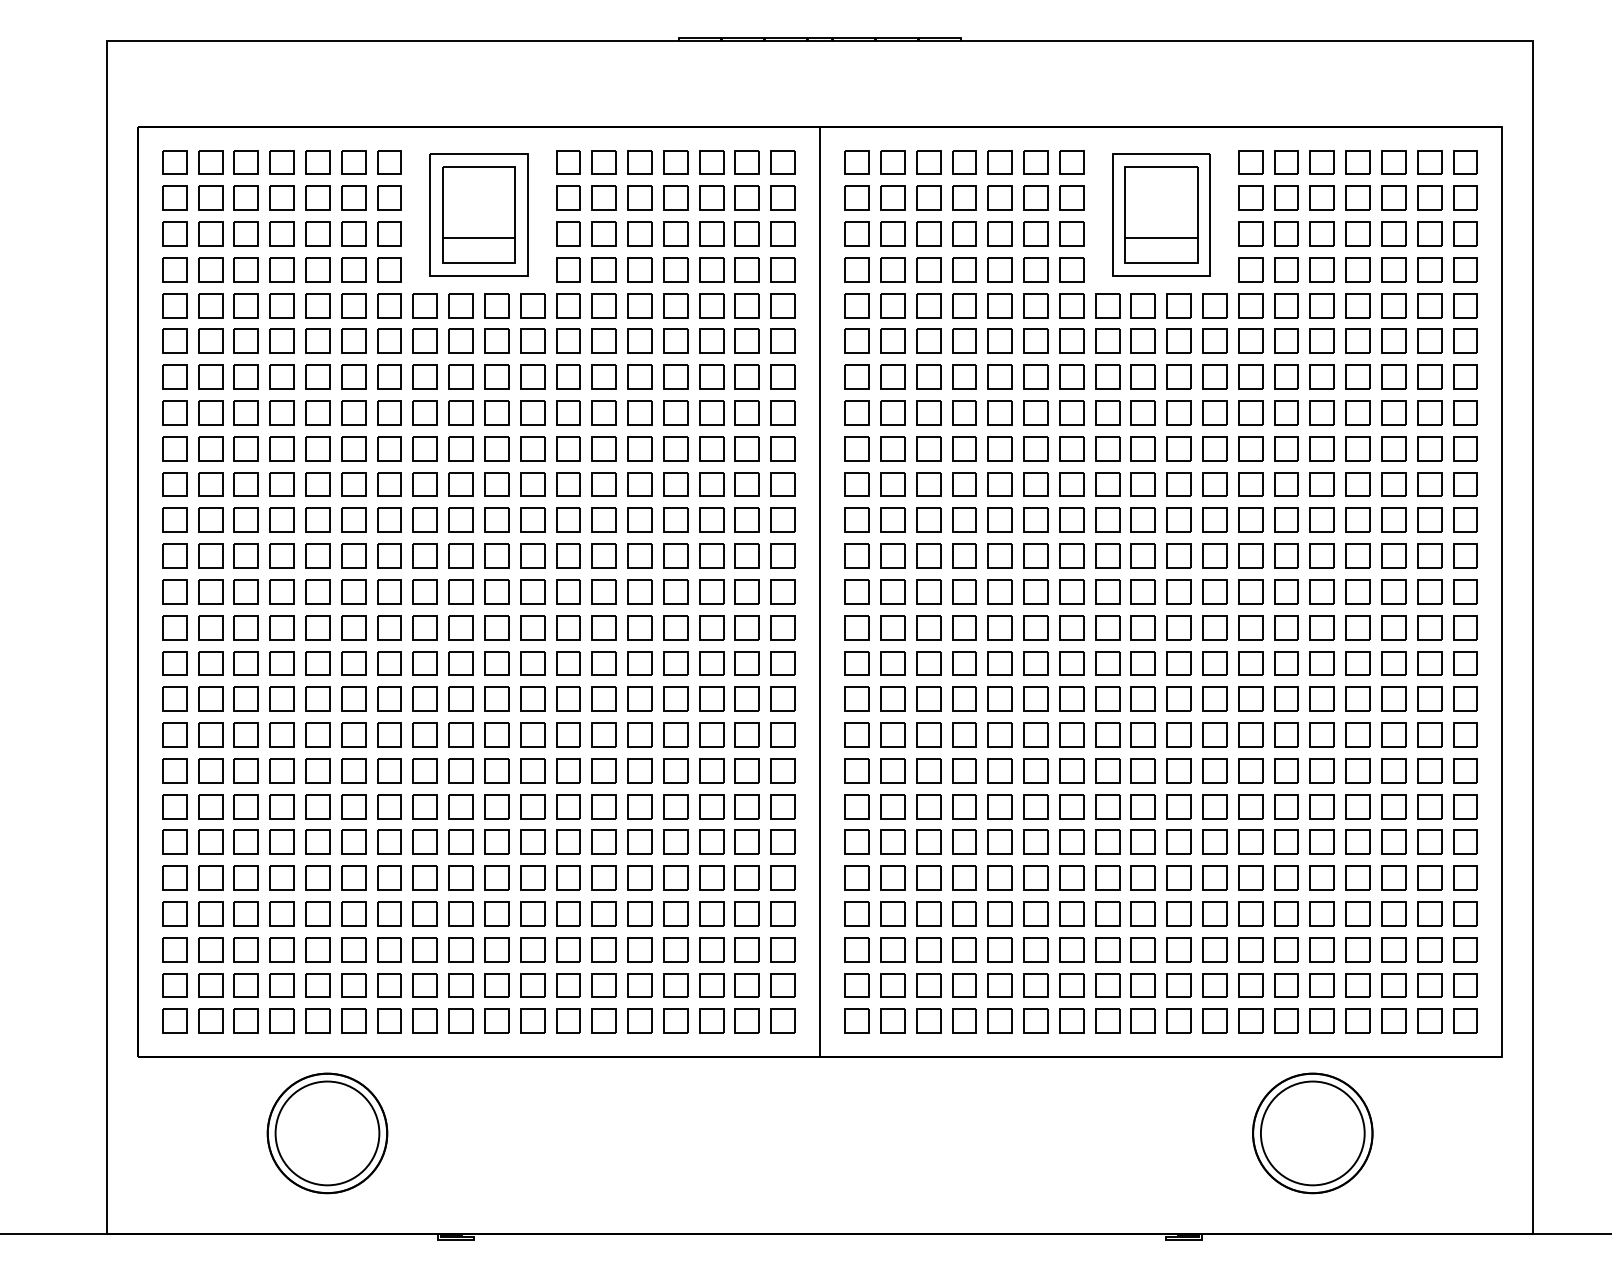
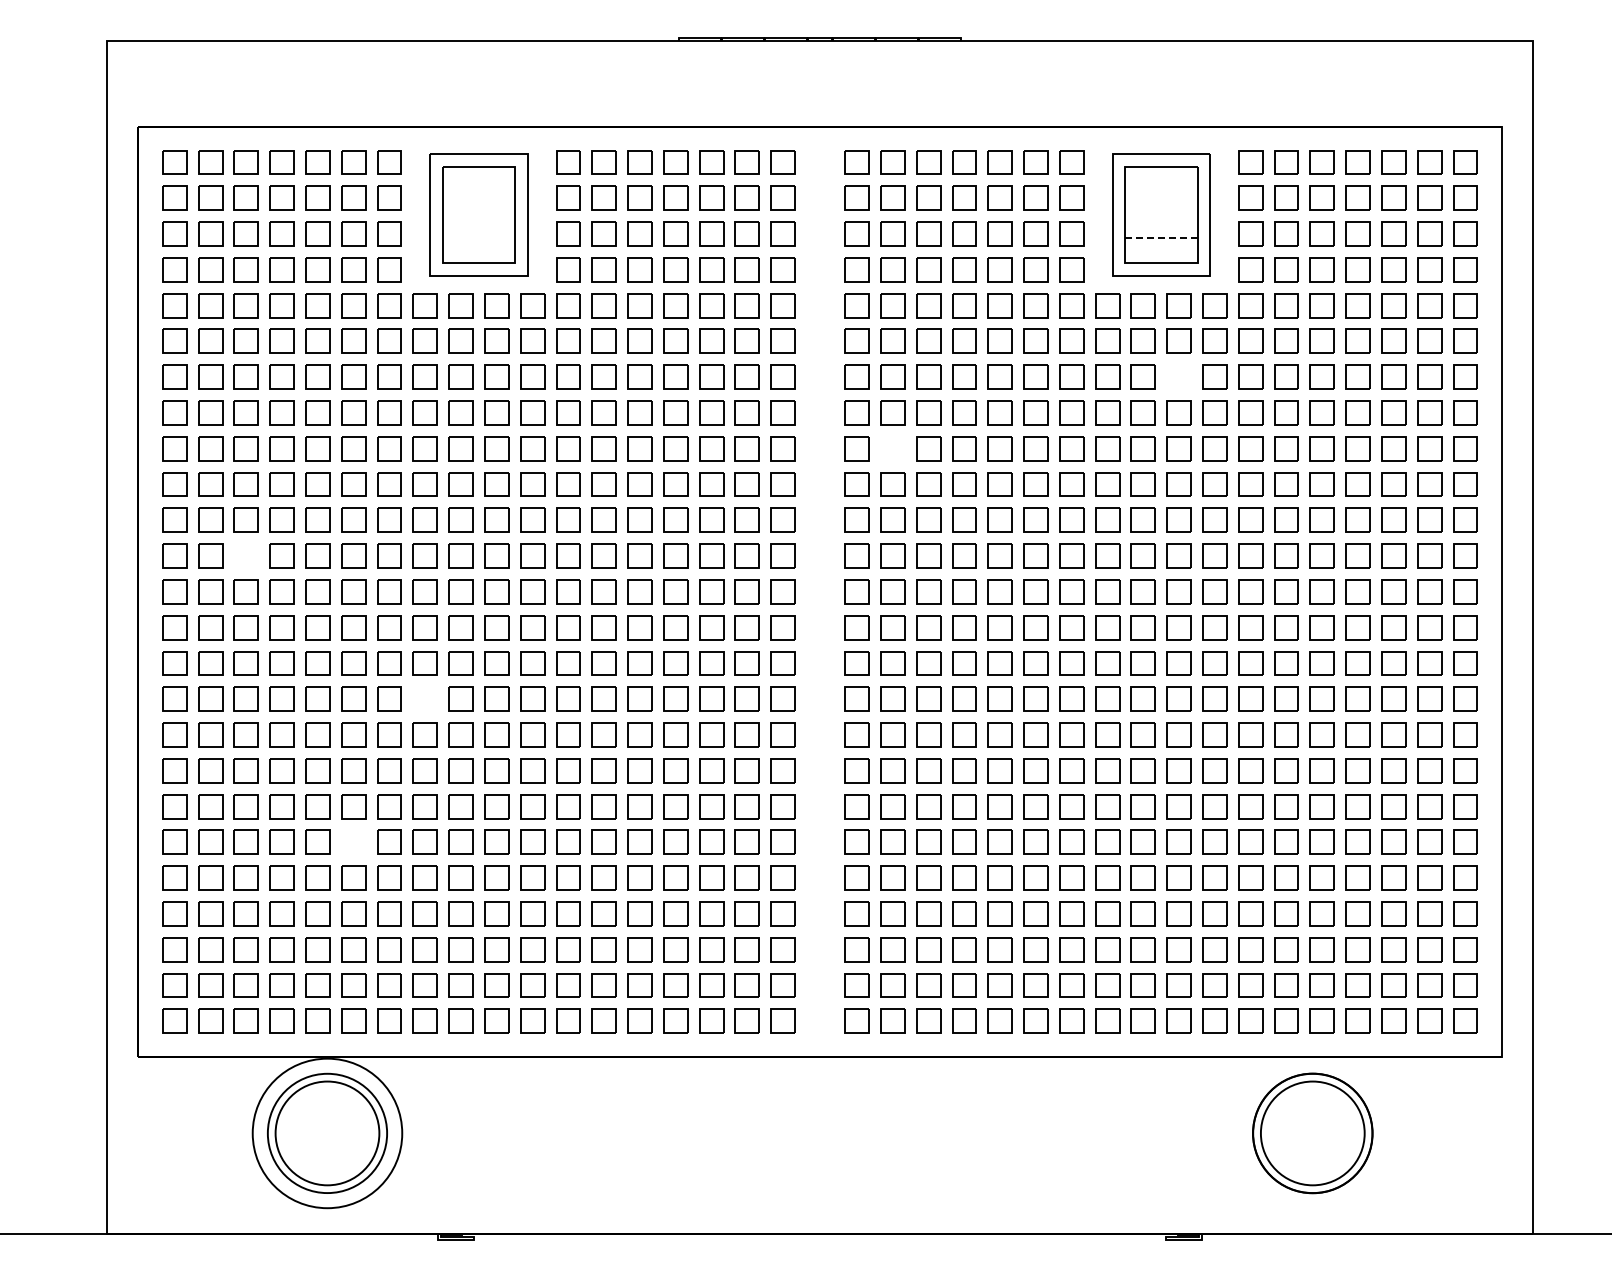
line at (478, 238): present -> none
line at (1161, 238): solid -> dashed
part at (1178, 376): present -> none
part at (892, 448): present -> none
part at (245, 555): present -> none
line at (820, 591): present -> none
part at (424, 698): present -> none
part at (353, 841): present -> none
circle at (327, 1133) diameter: 120 px -> 150 px
